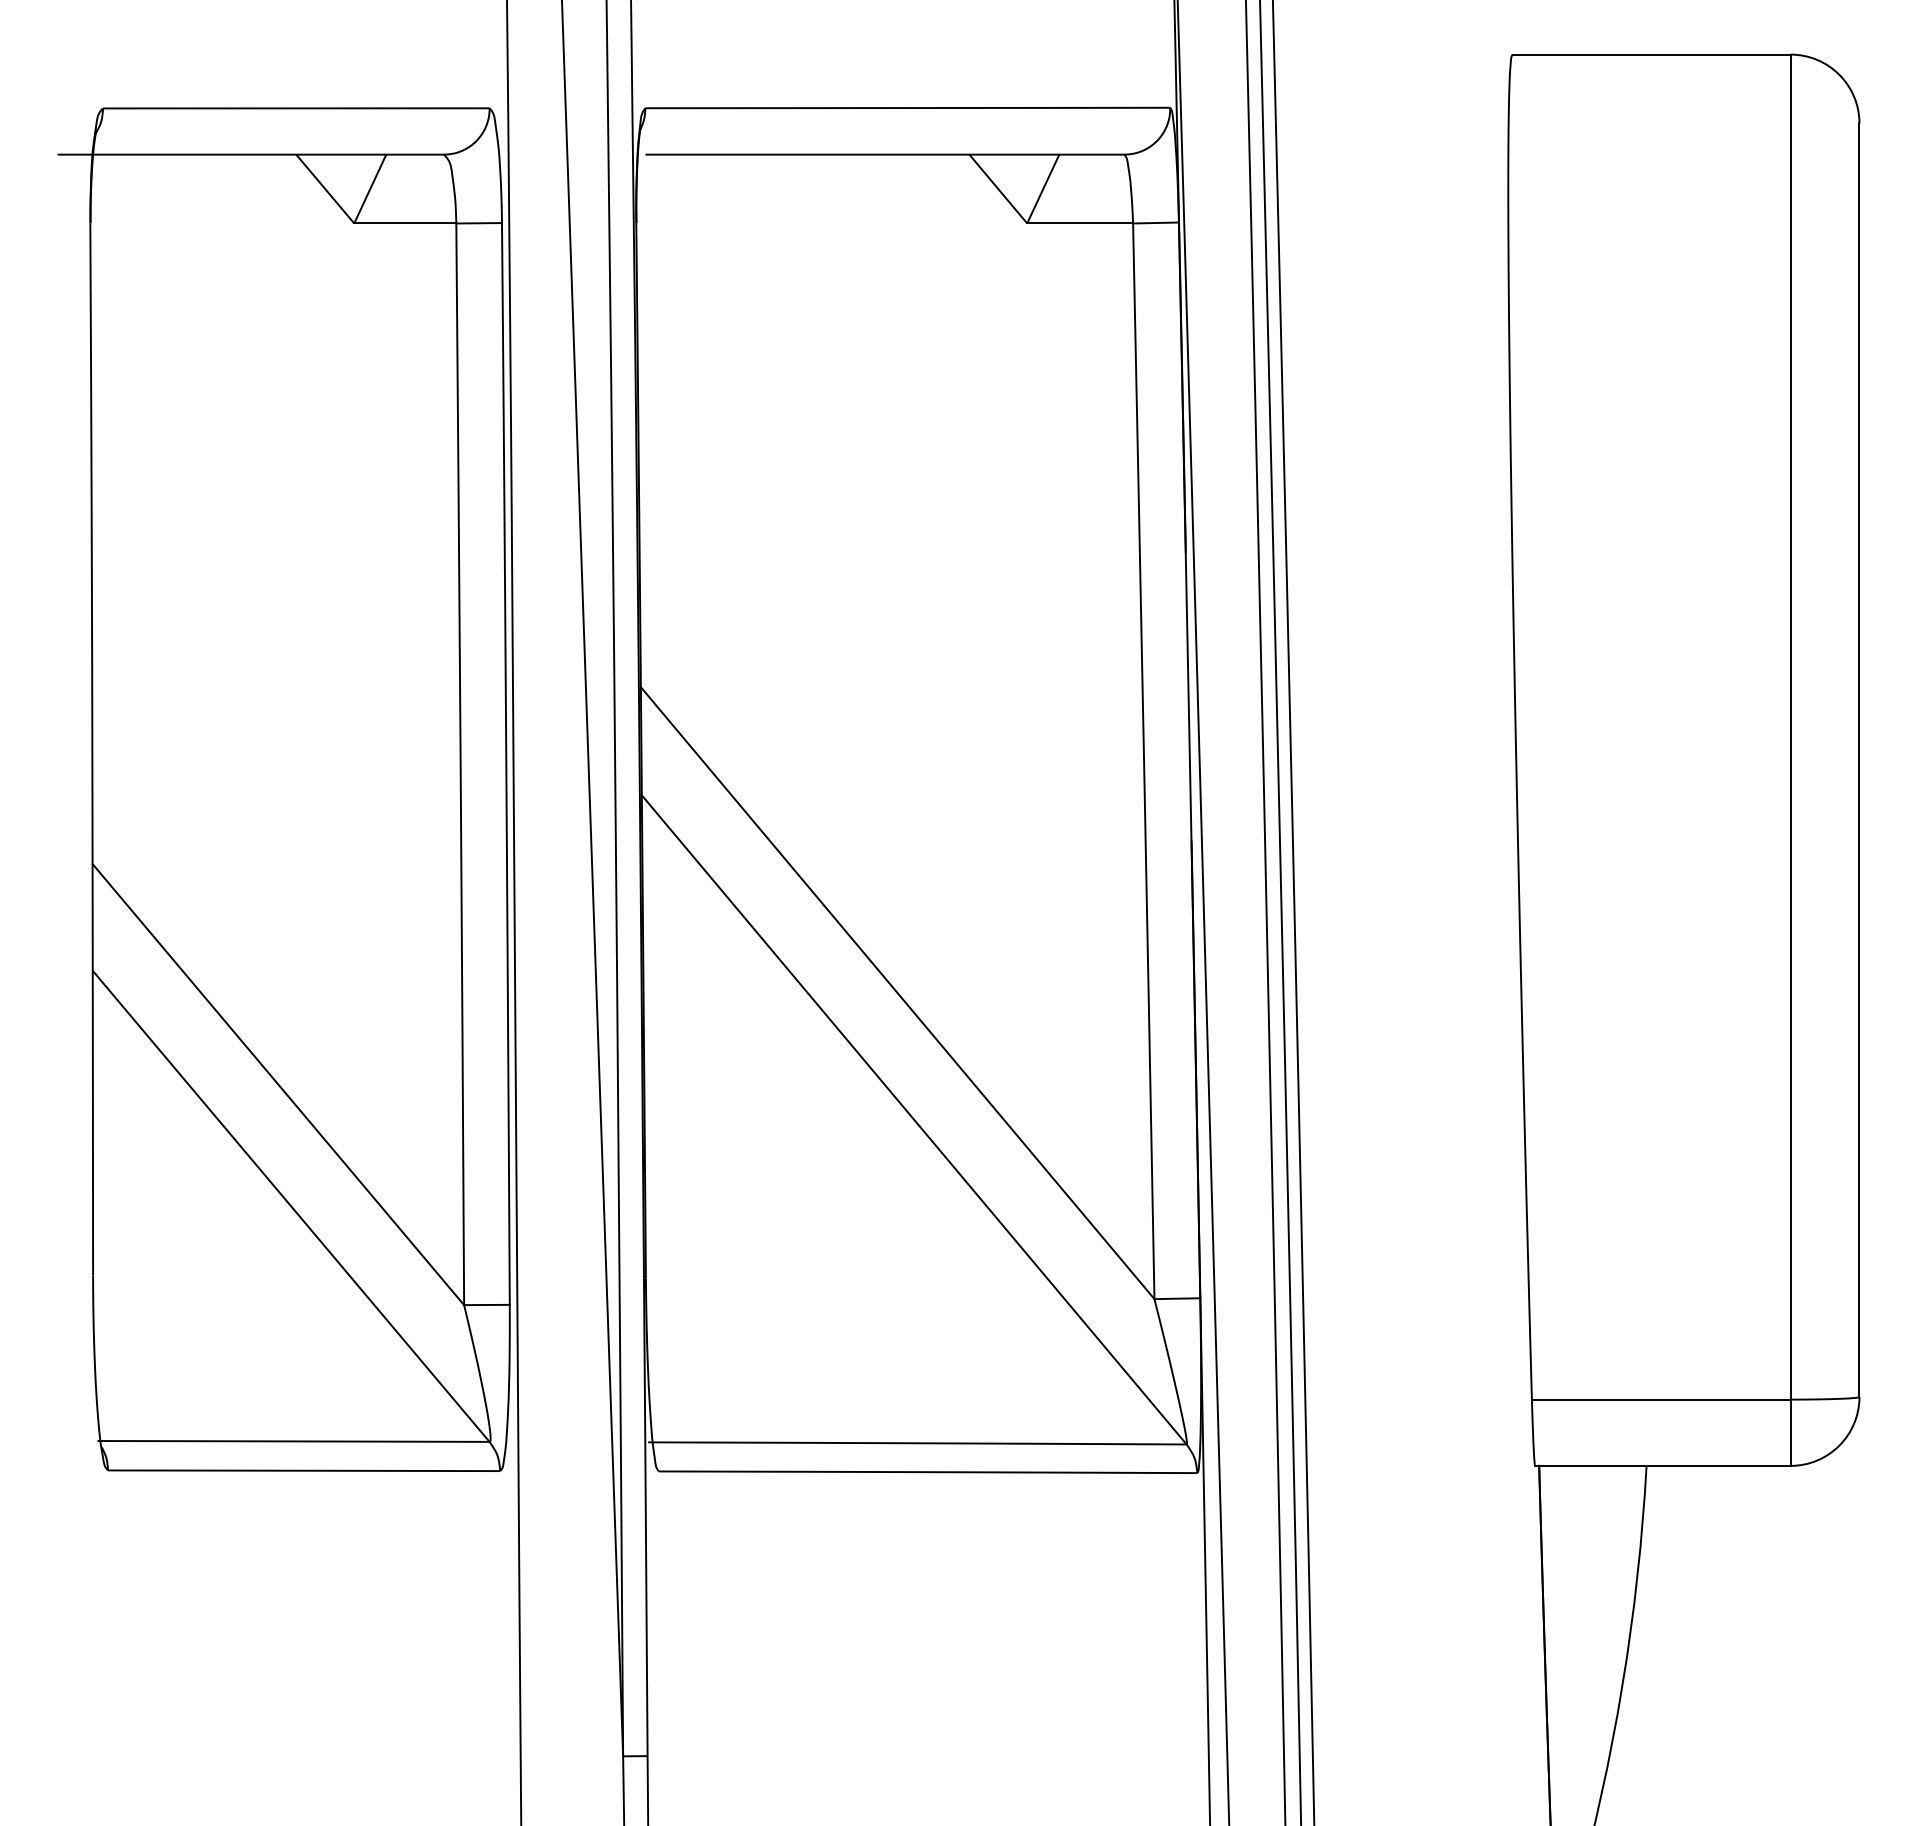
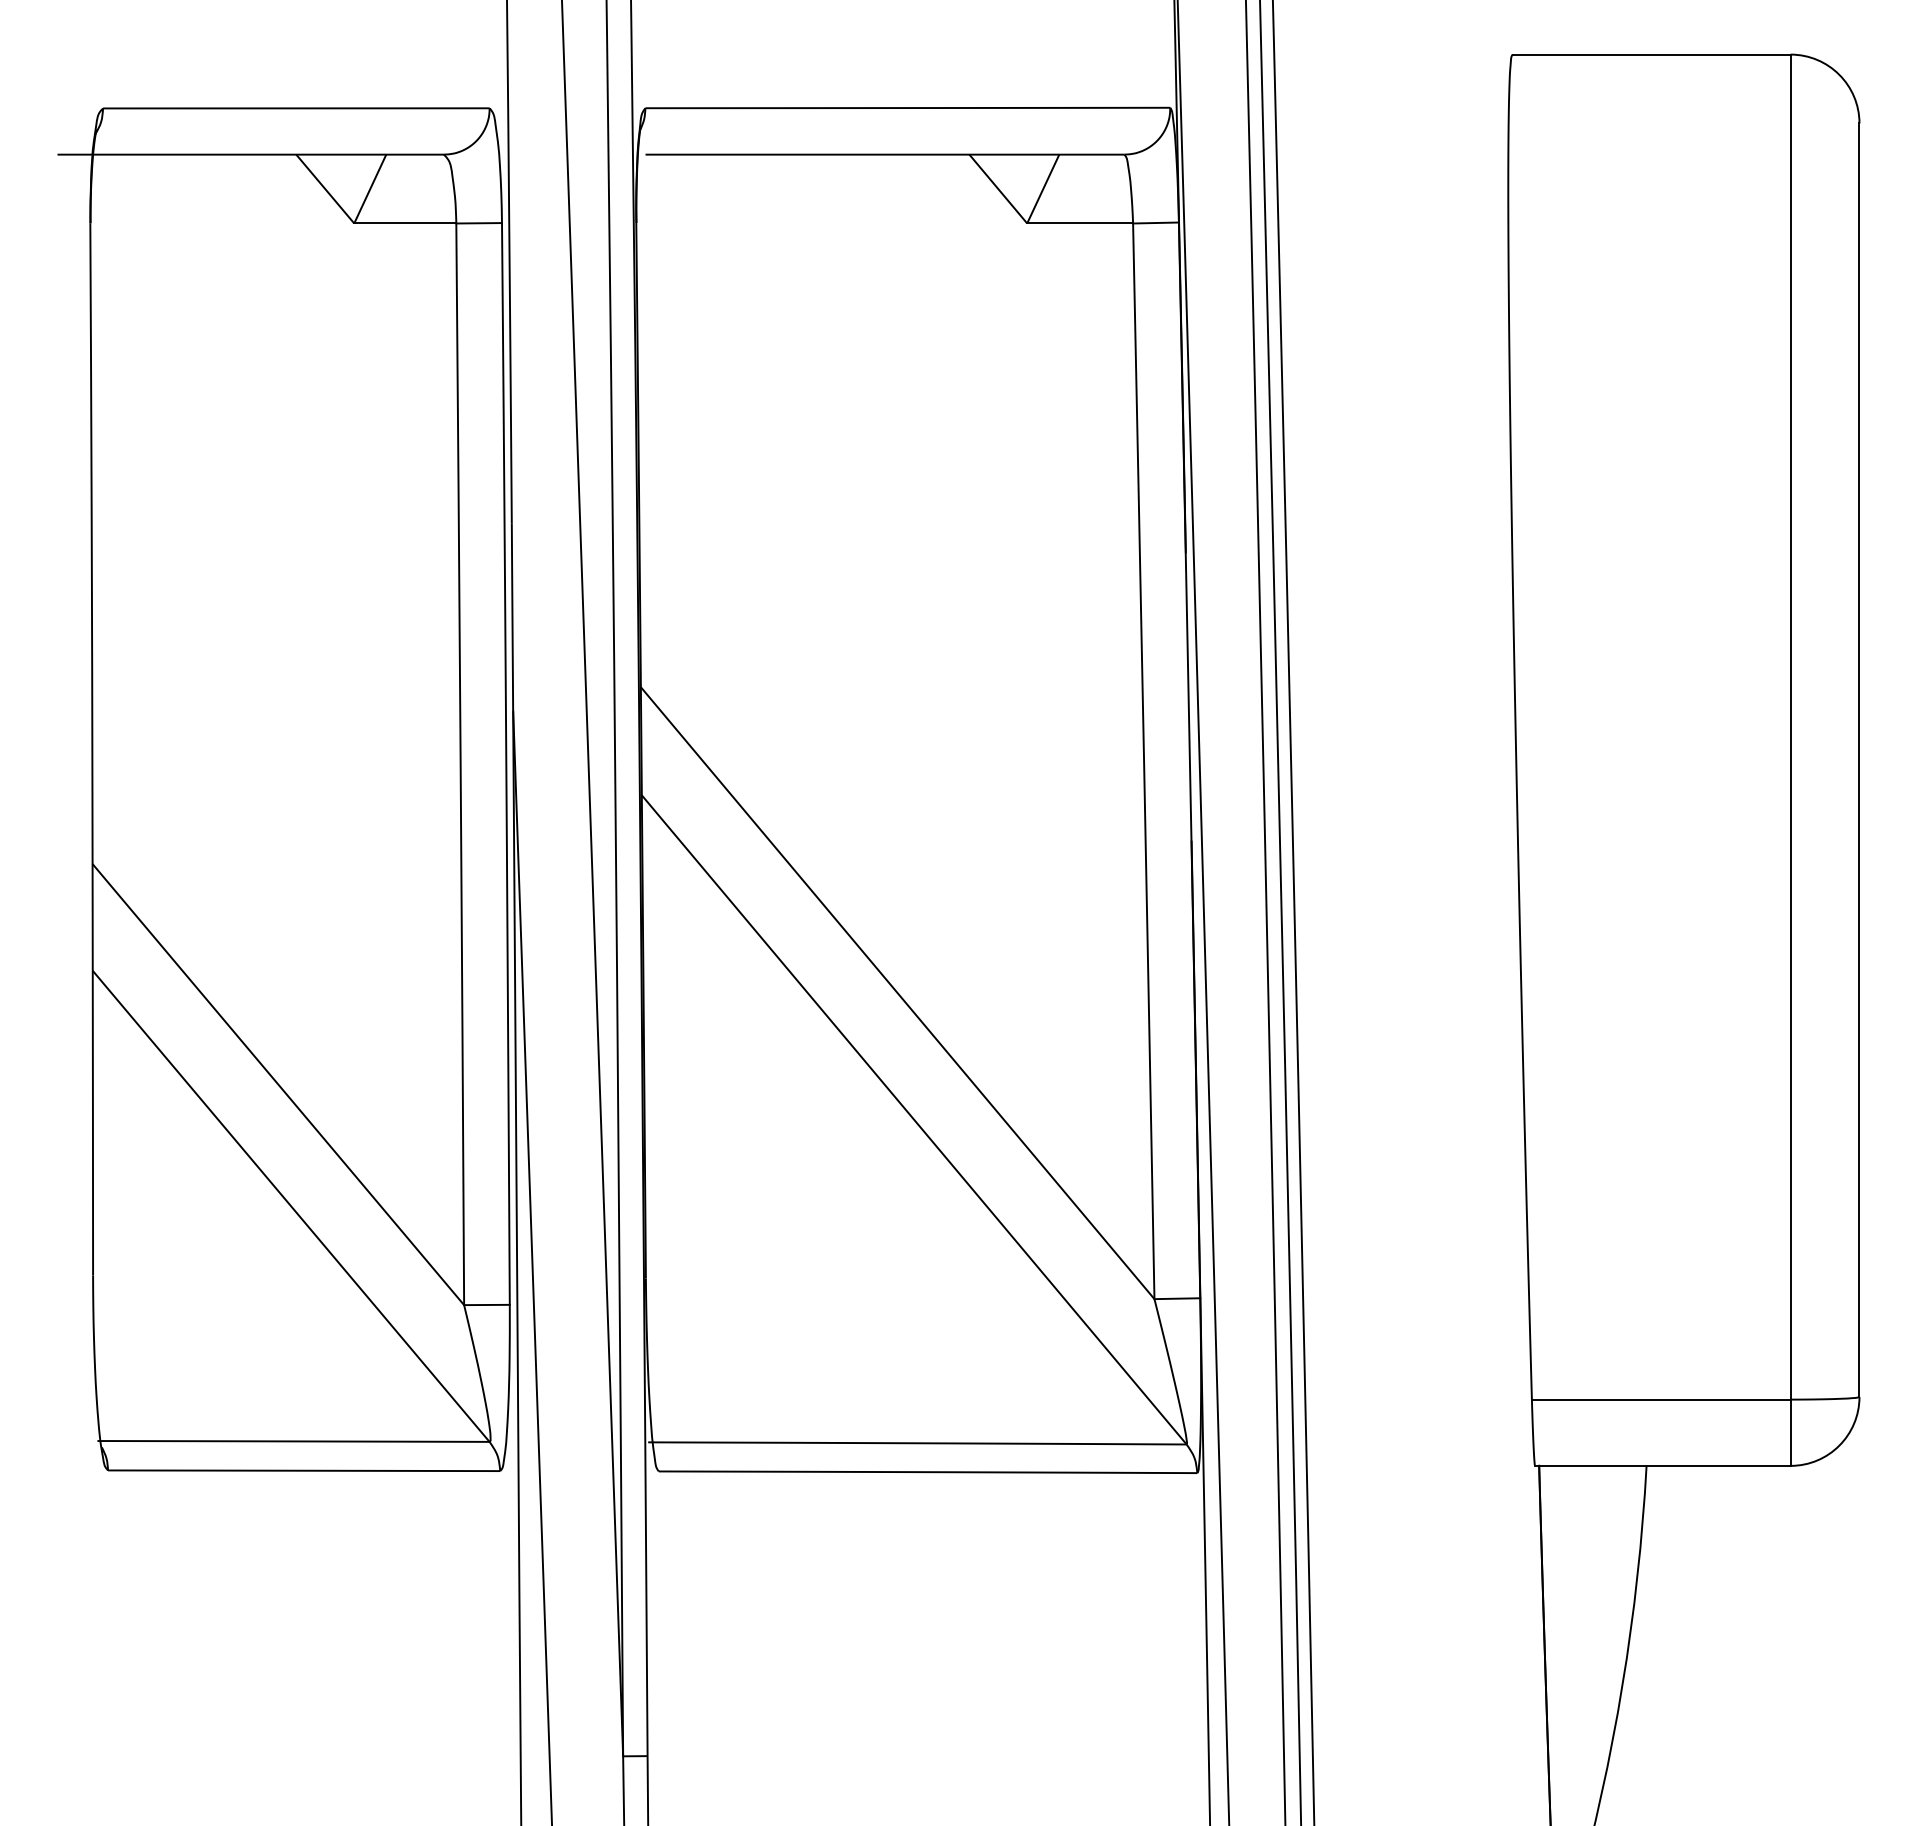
line at (532, 1266): none -> present
